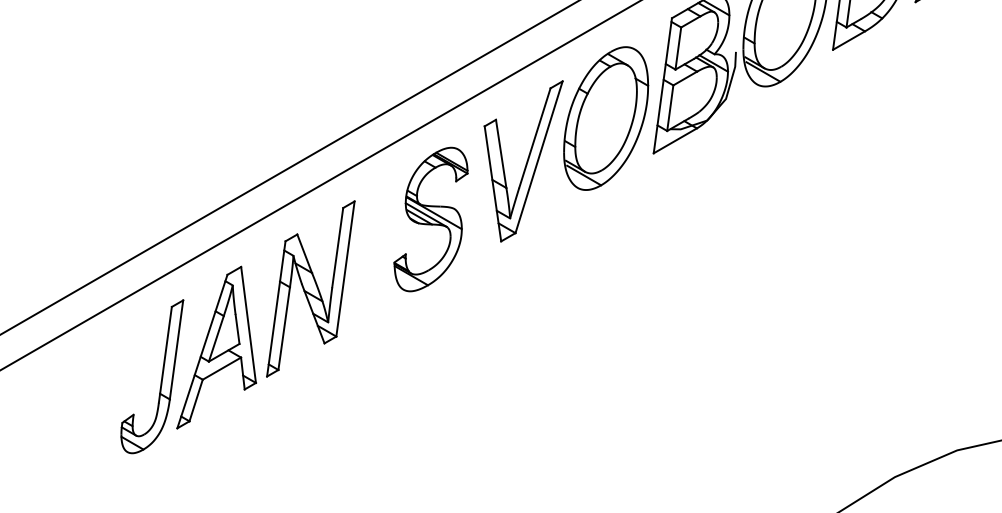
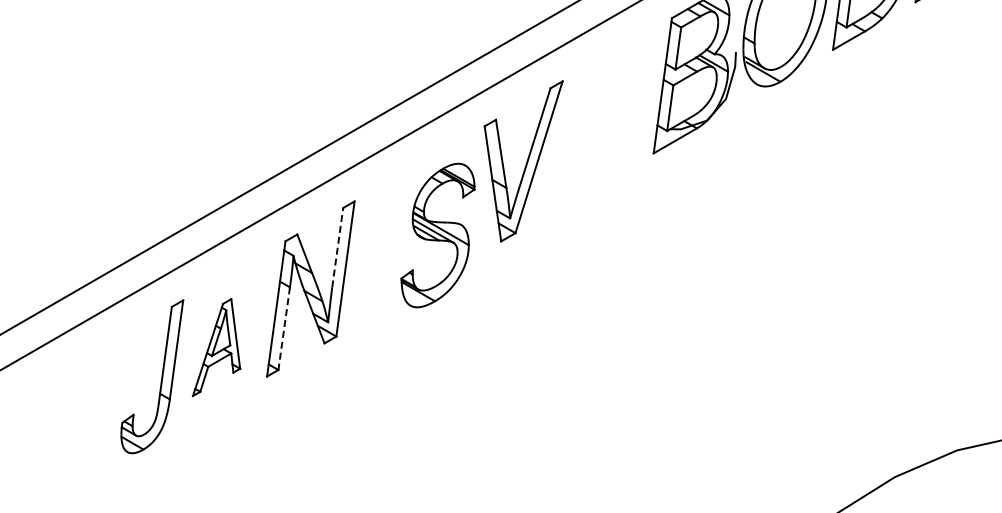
part at (606, 118): present -> none
part at (430, 219) position: (430, 219) -> (437, 235)
line at (337, 247): solid -> dashed
line at (284, 328): solid -> dashed
part at (216, 347) size: 81x165 px -> 50x99 px
